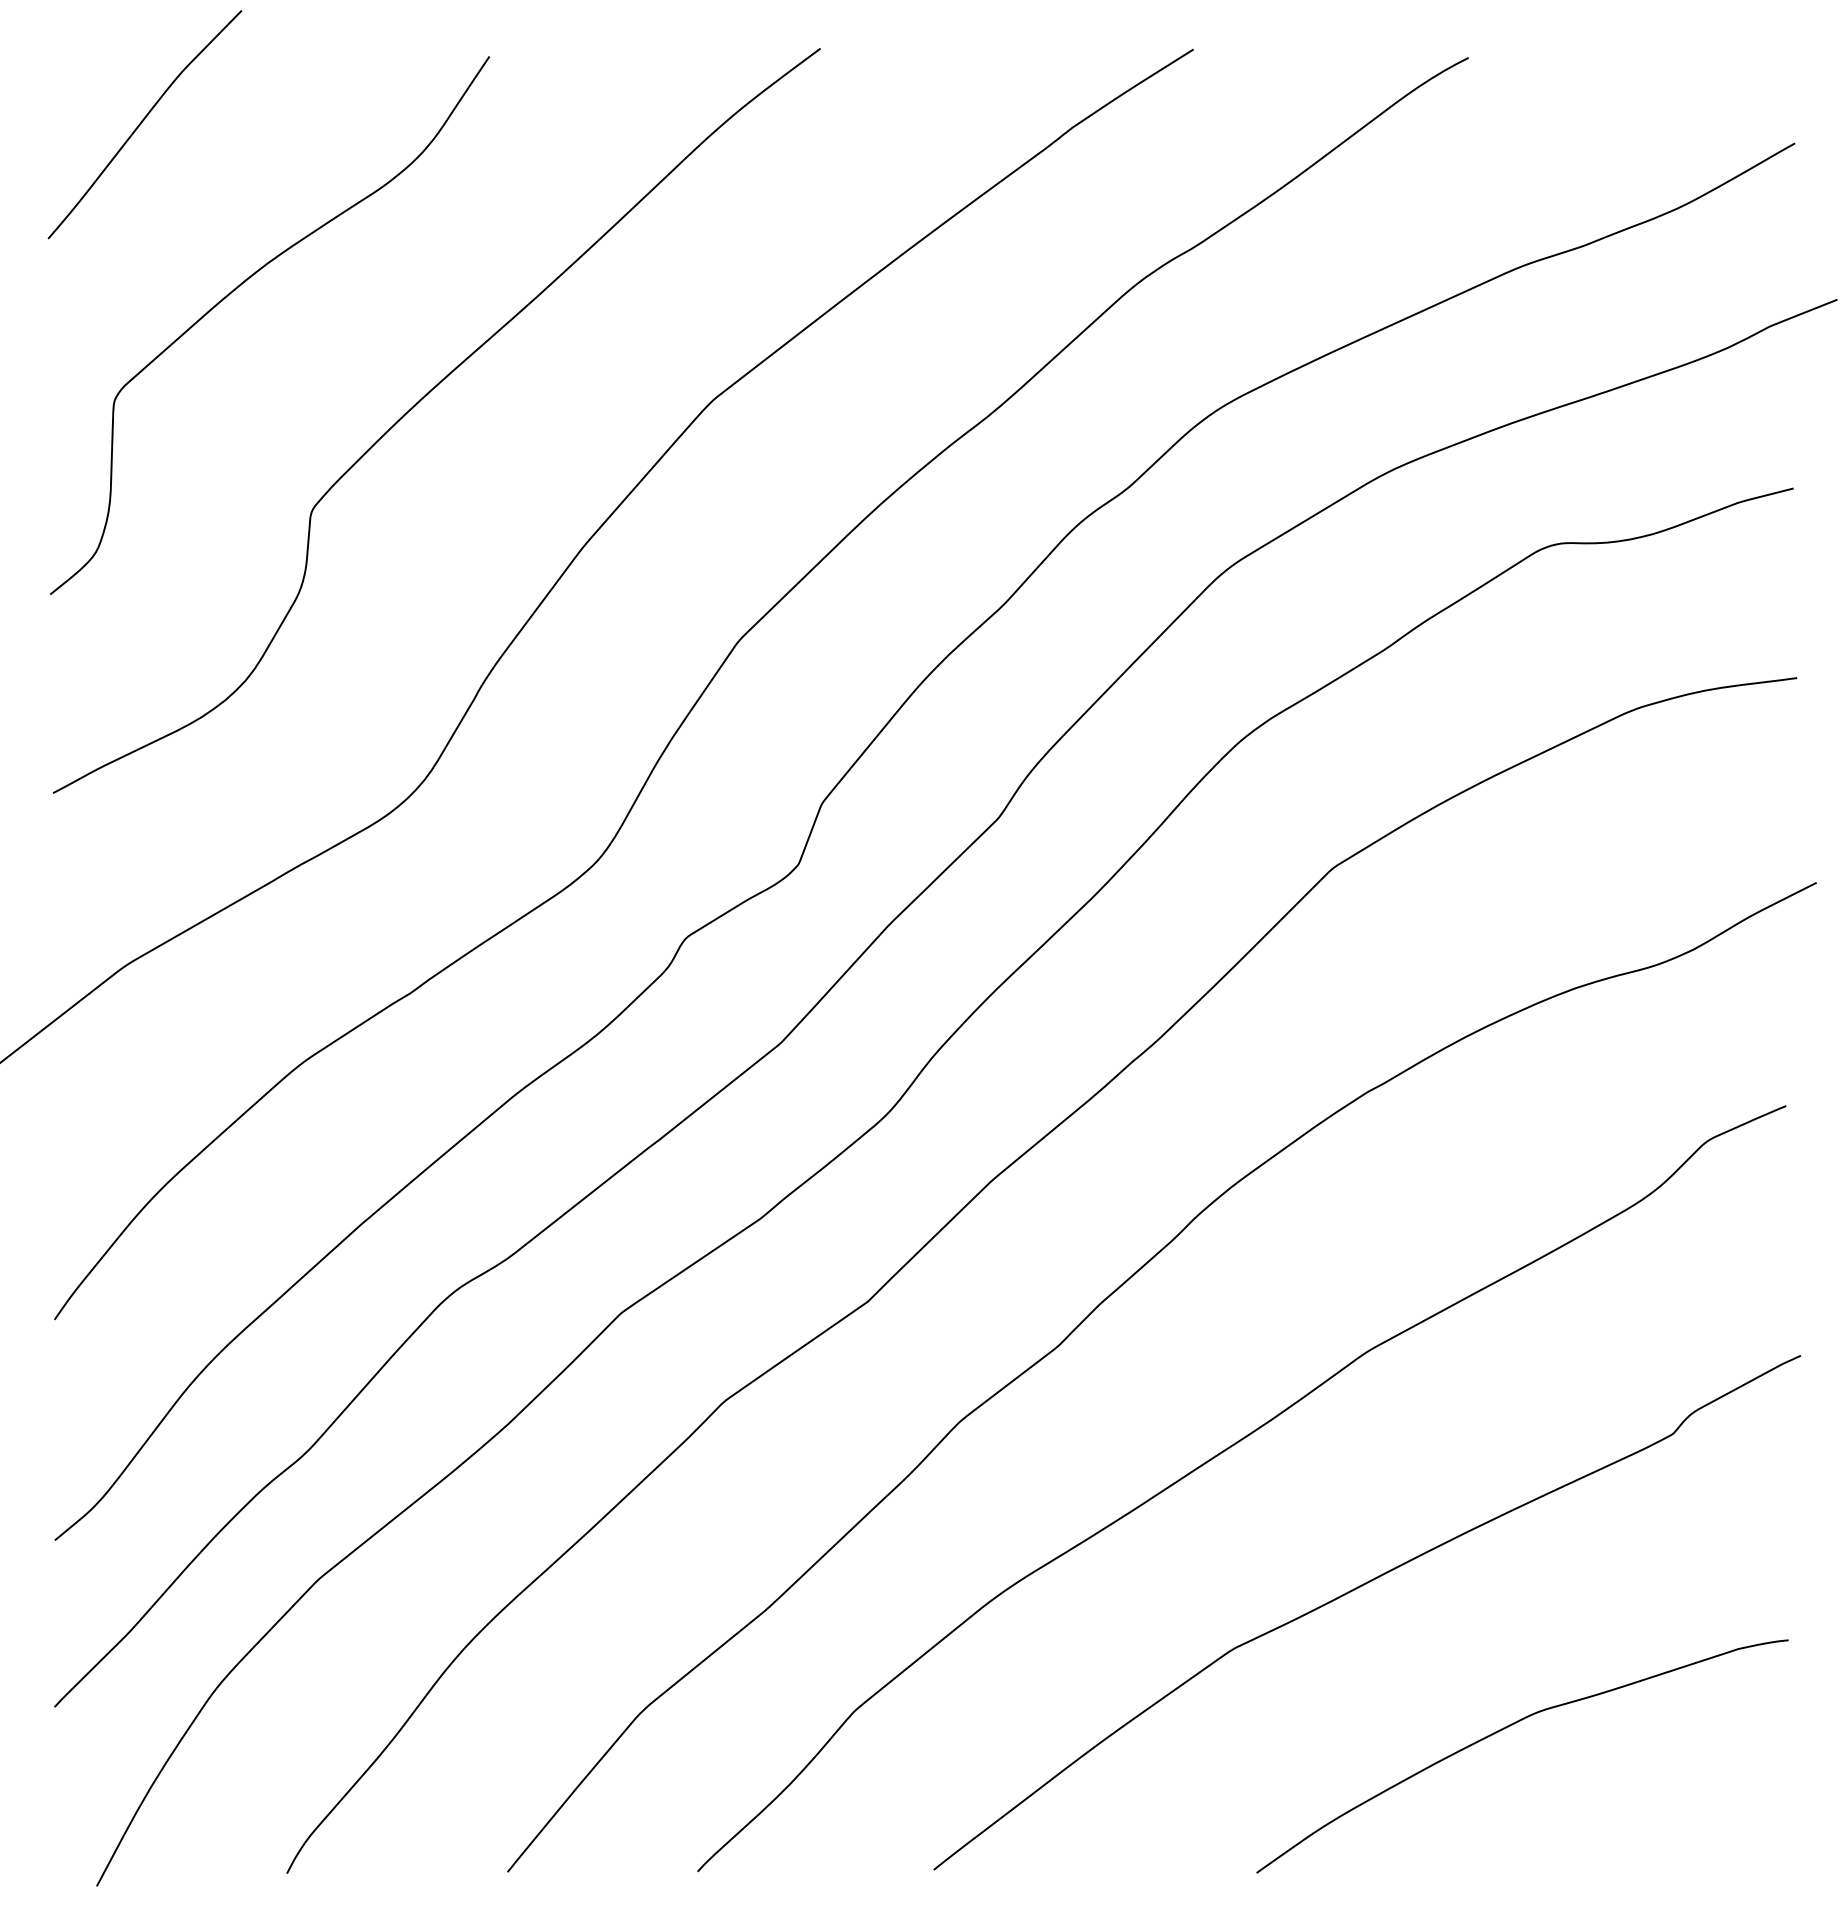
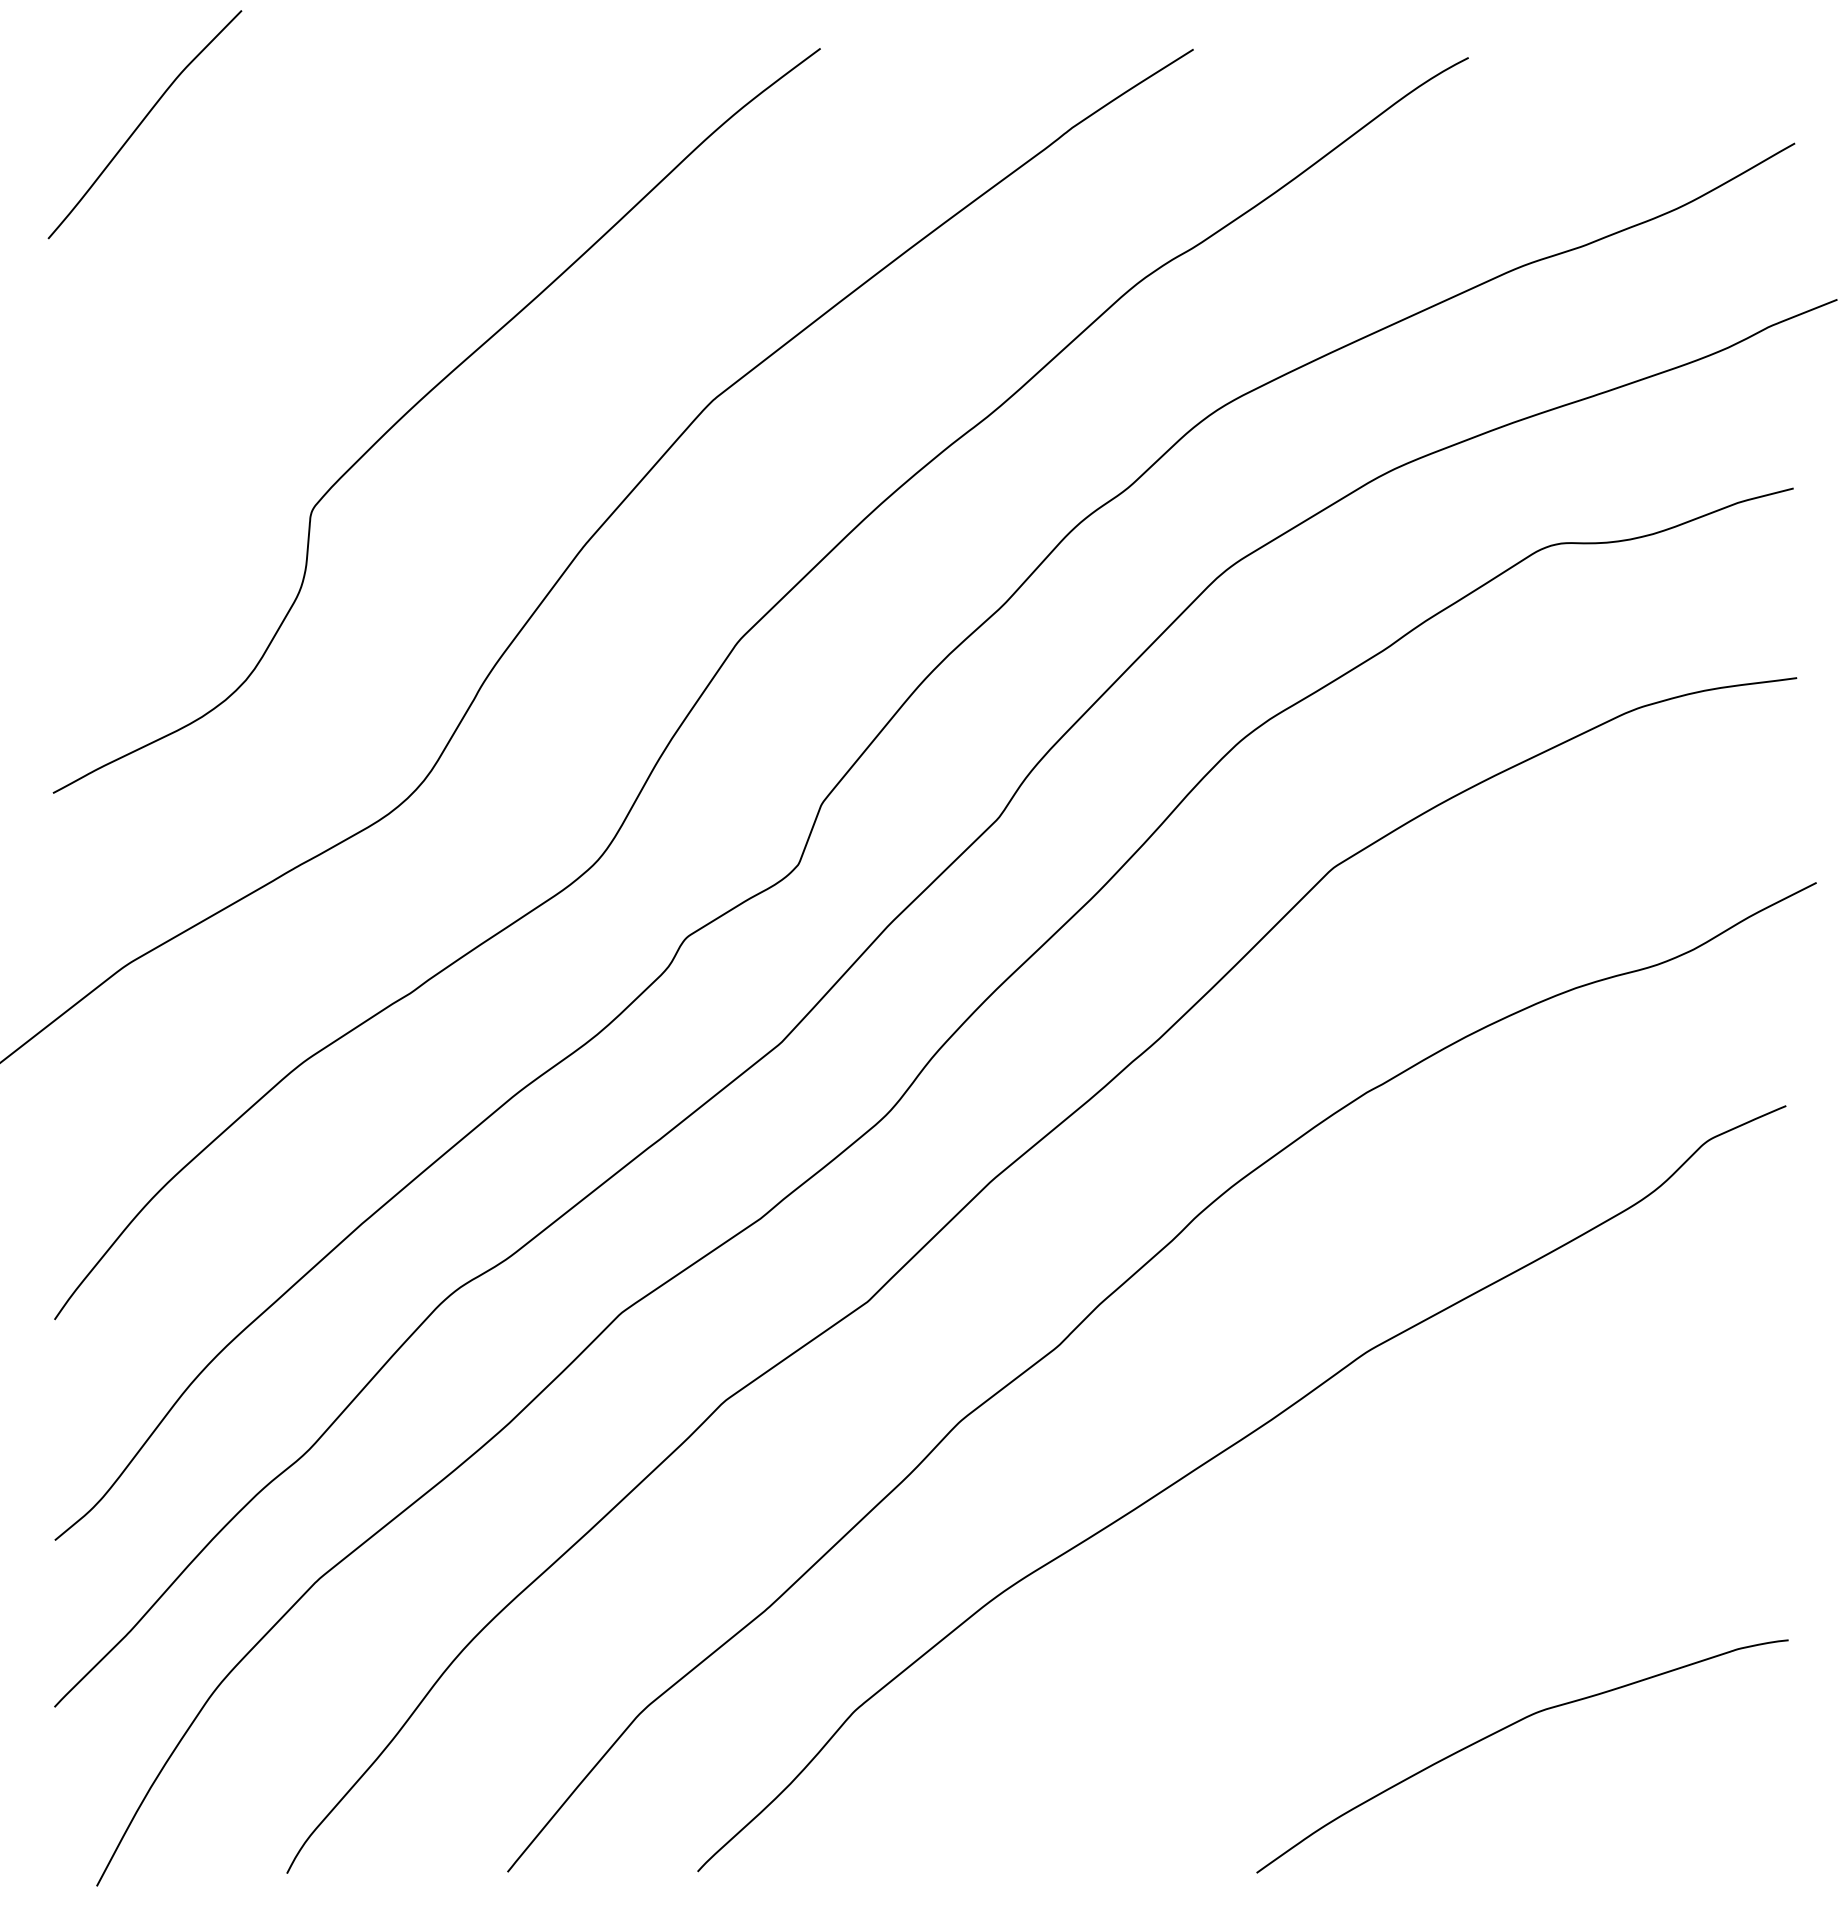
curve at (240, 286): present -> none
curve at (1354, 1590): present -> none
